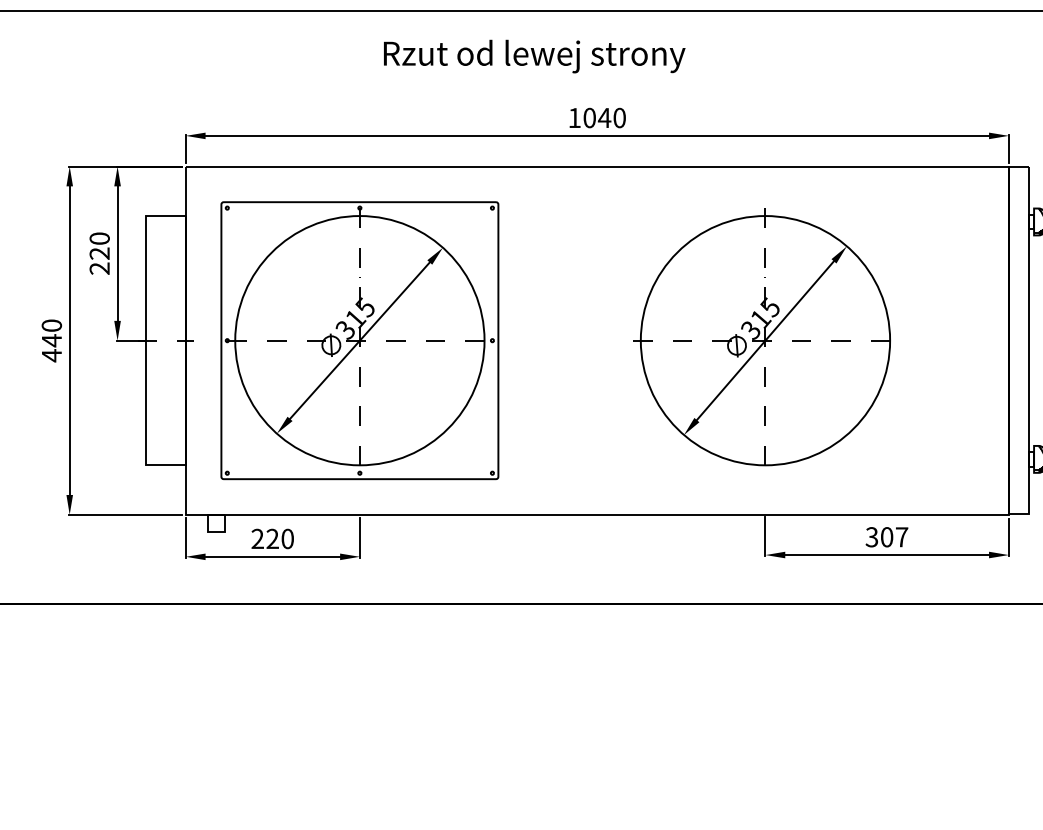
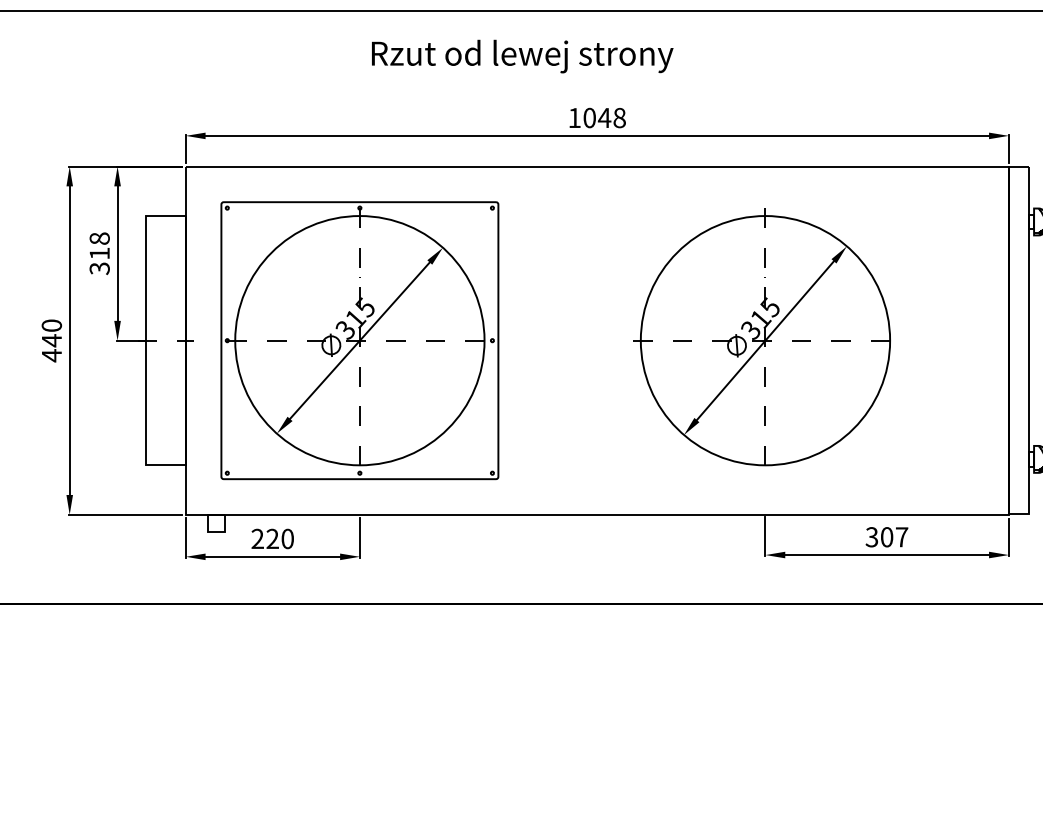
text at (534, 56) position: (534, 56) -> (522, 56)
text at (619, 117): 1040 -> 1048
text at (99, 253): 220 -> 318
